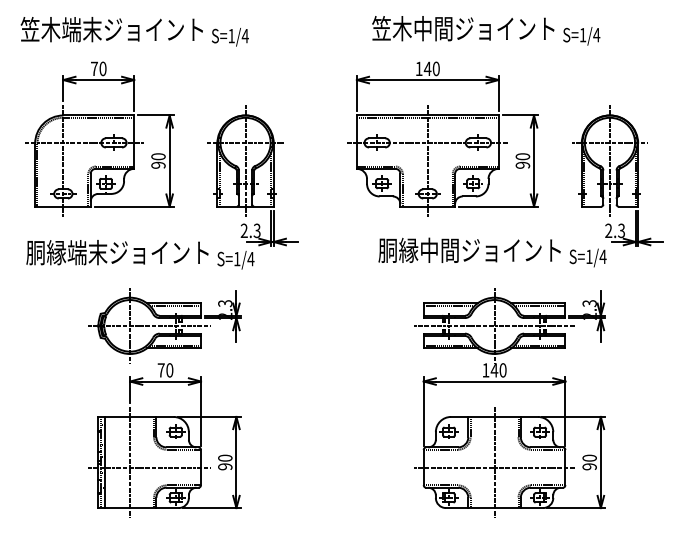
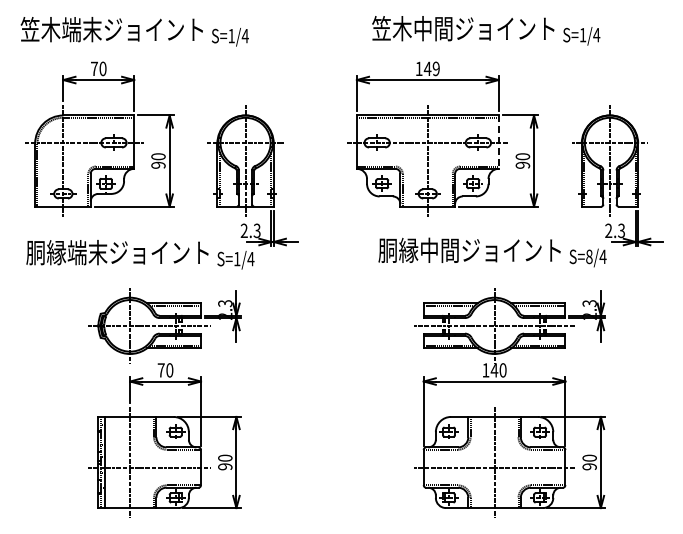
text at (435, 68): 140 -> 149
line at (498, 142): solid -> dashed
text at (589, 256): S=1/4 -> S=8/4
